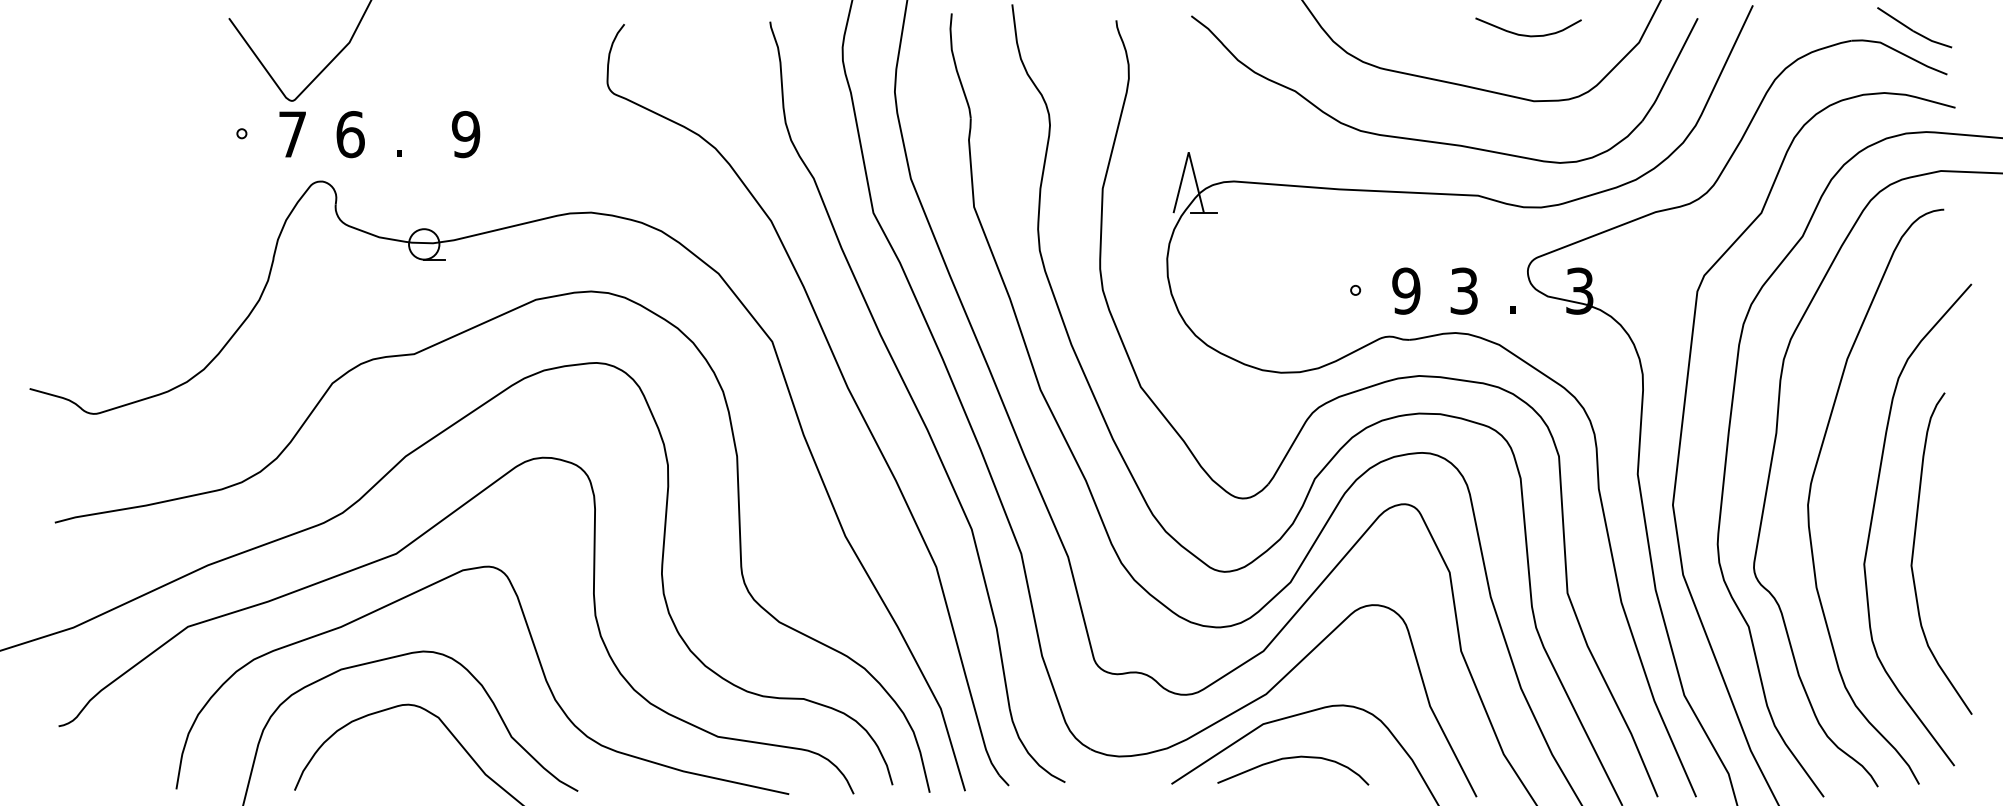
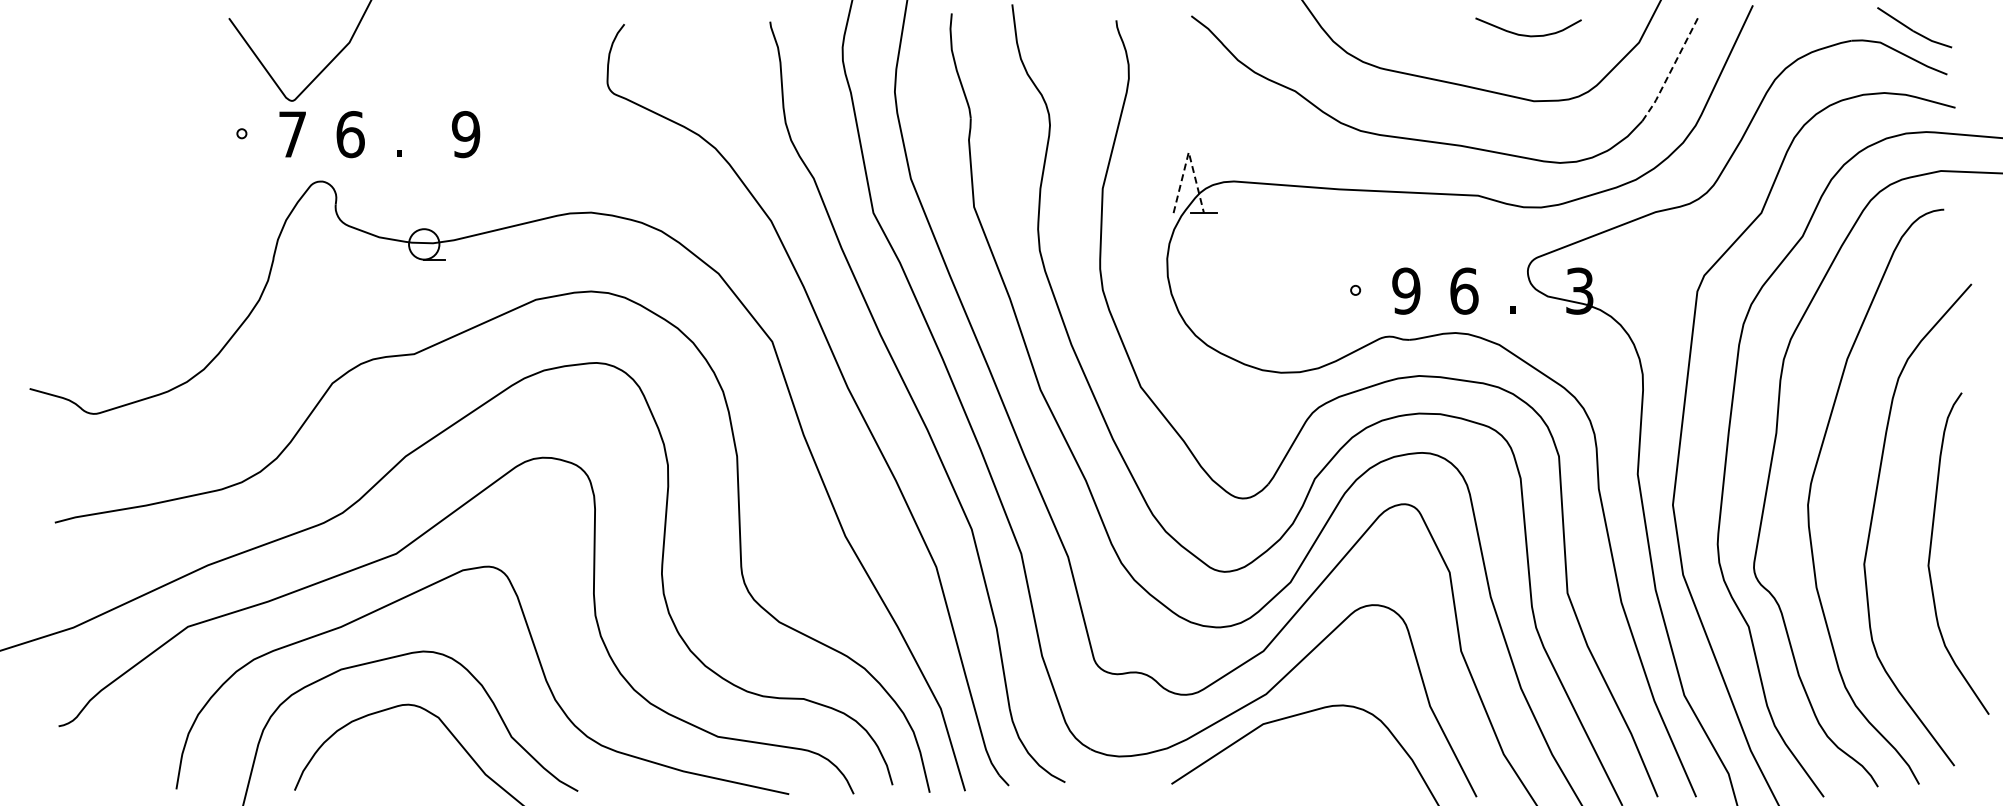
line at (1670, 71): solid -> dashed
line at (1188, 152): solid -> dashed
text at (1464, 290): 3 -> 6
curve at (1914, 549) position: (1914, 549) -> (1931, 549)
curve at (1293, 758): present -> none
